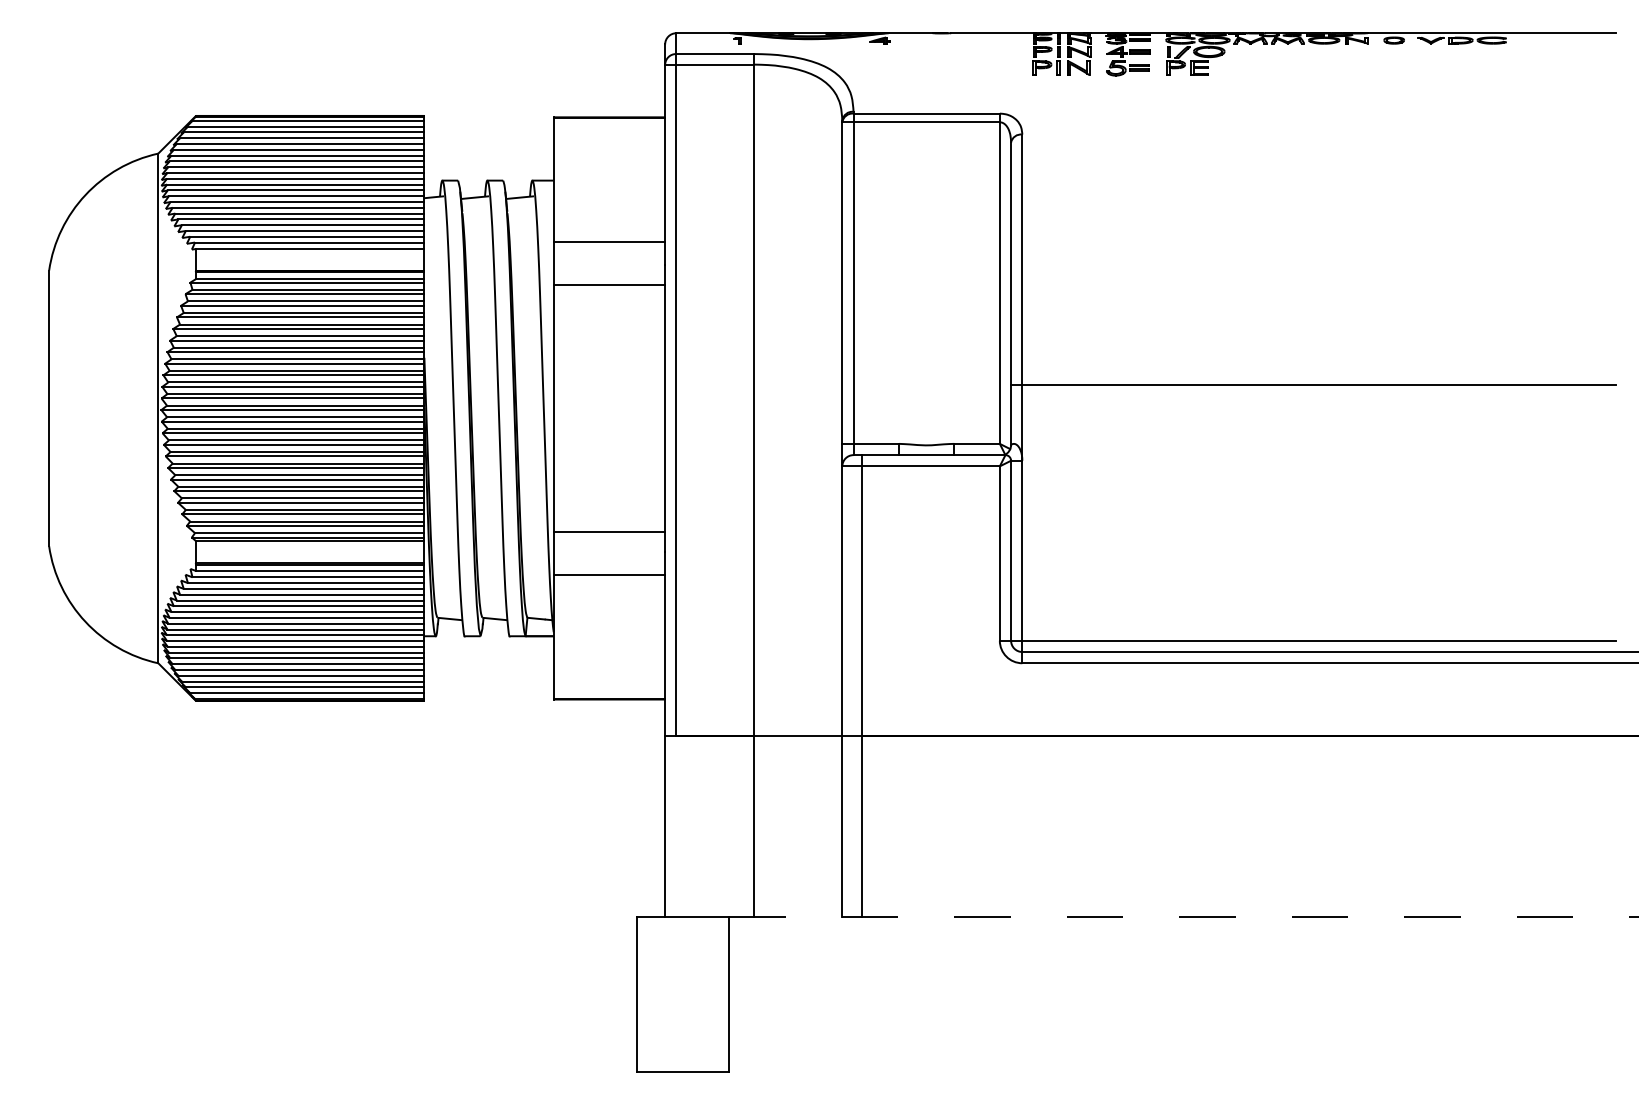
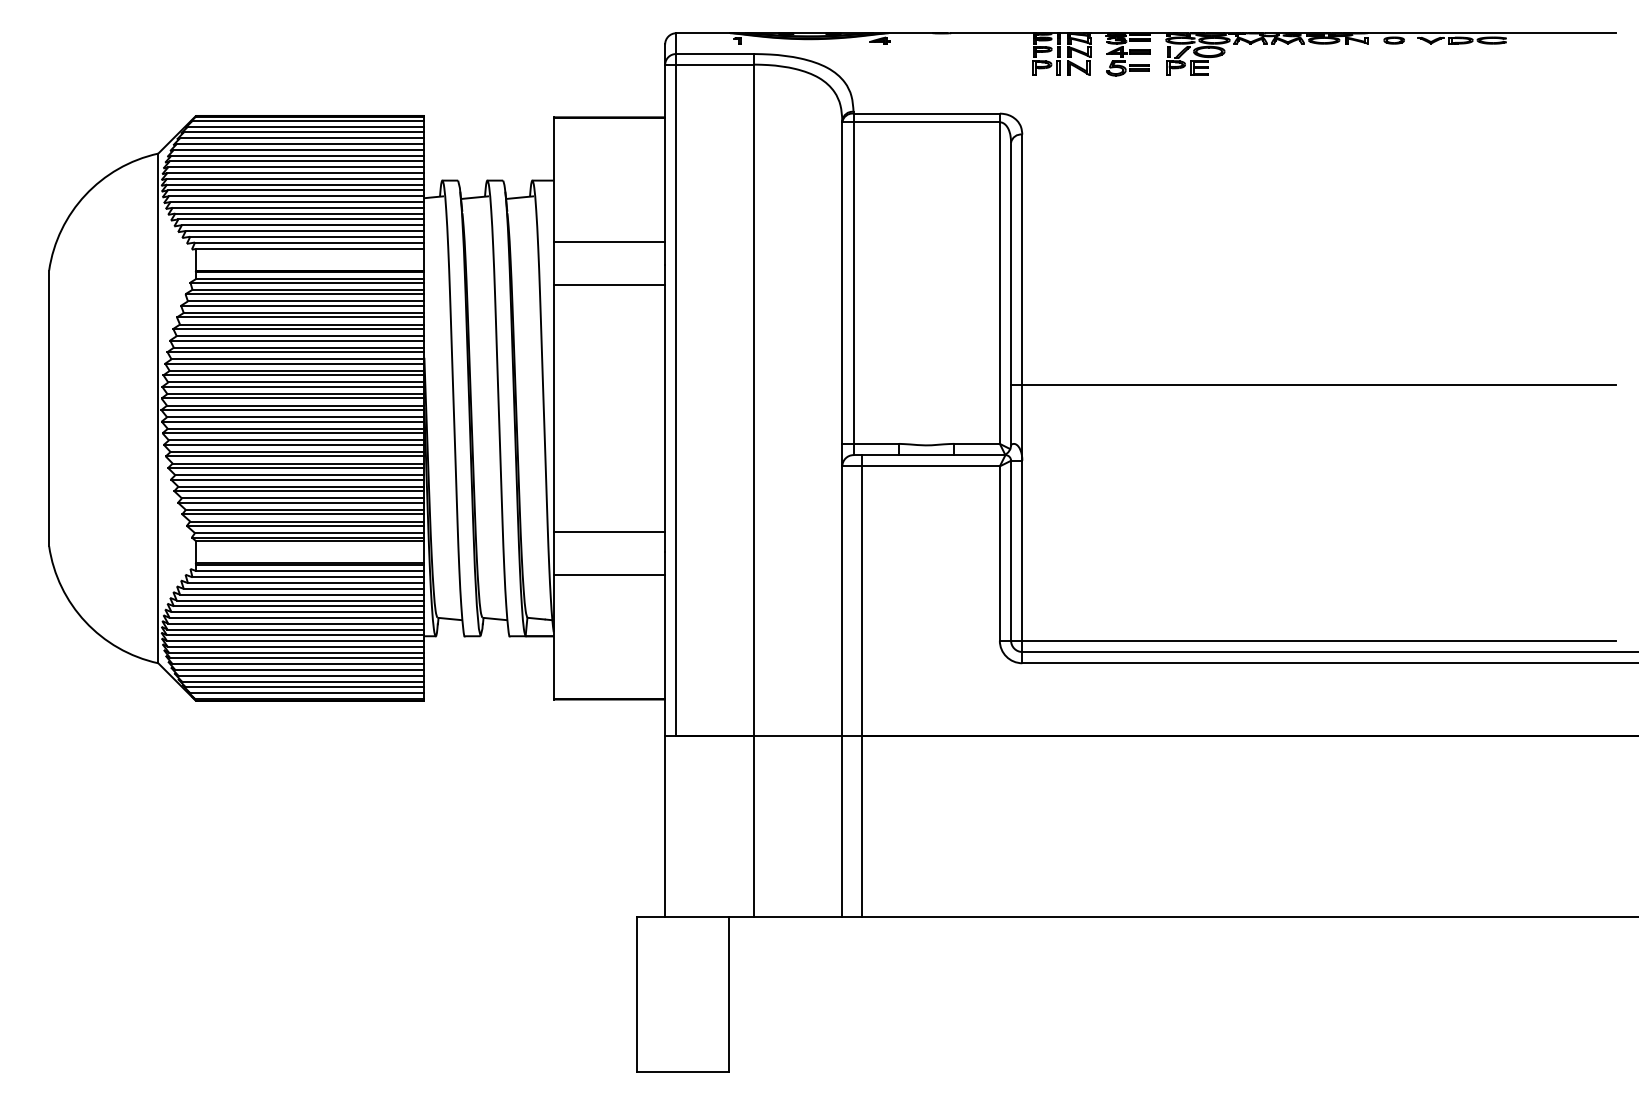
line at (1184, 916): dashed -> solid
